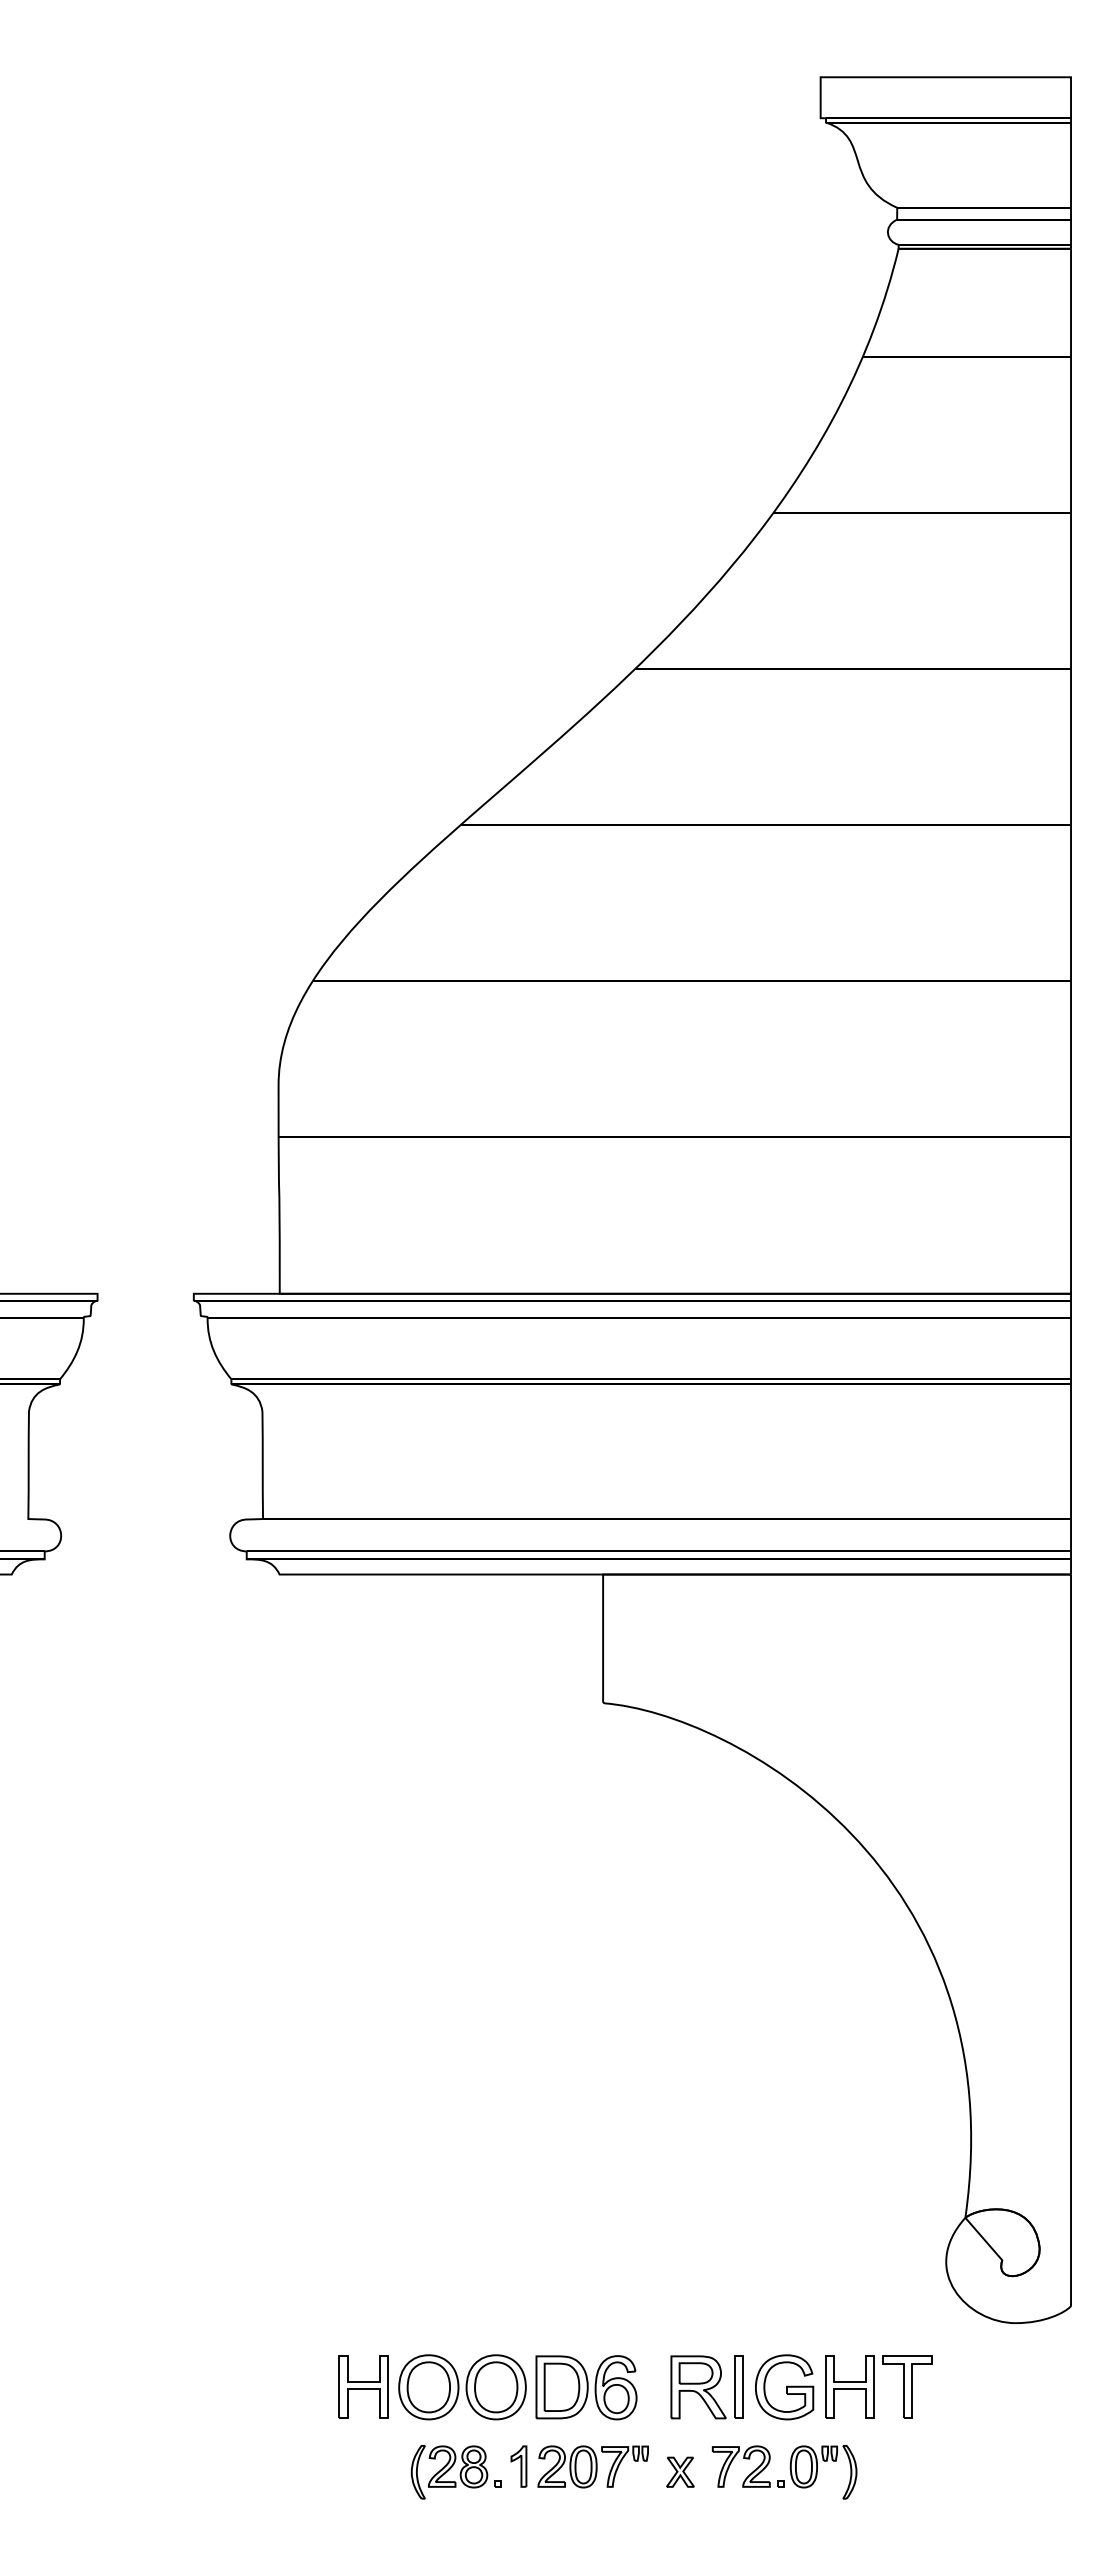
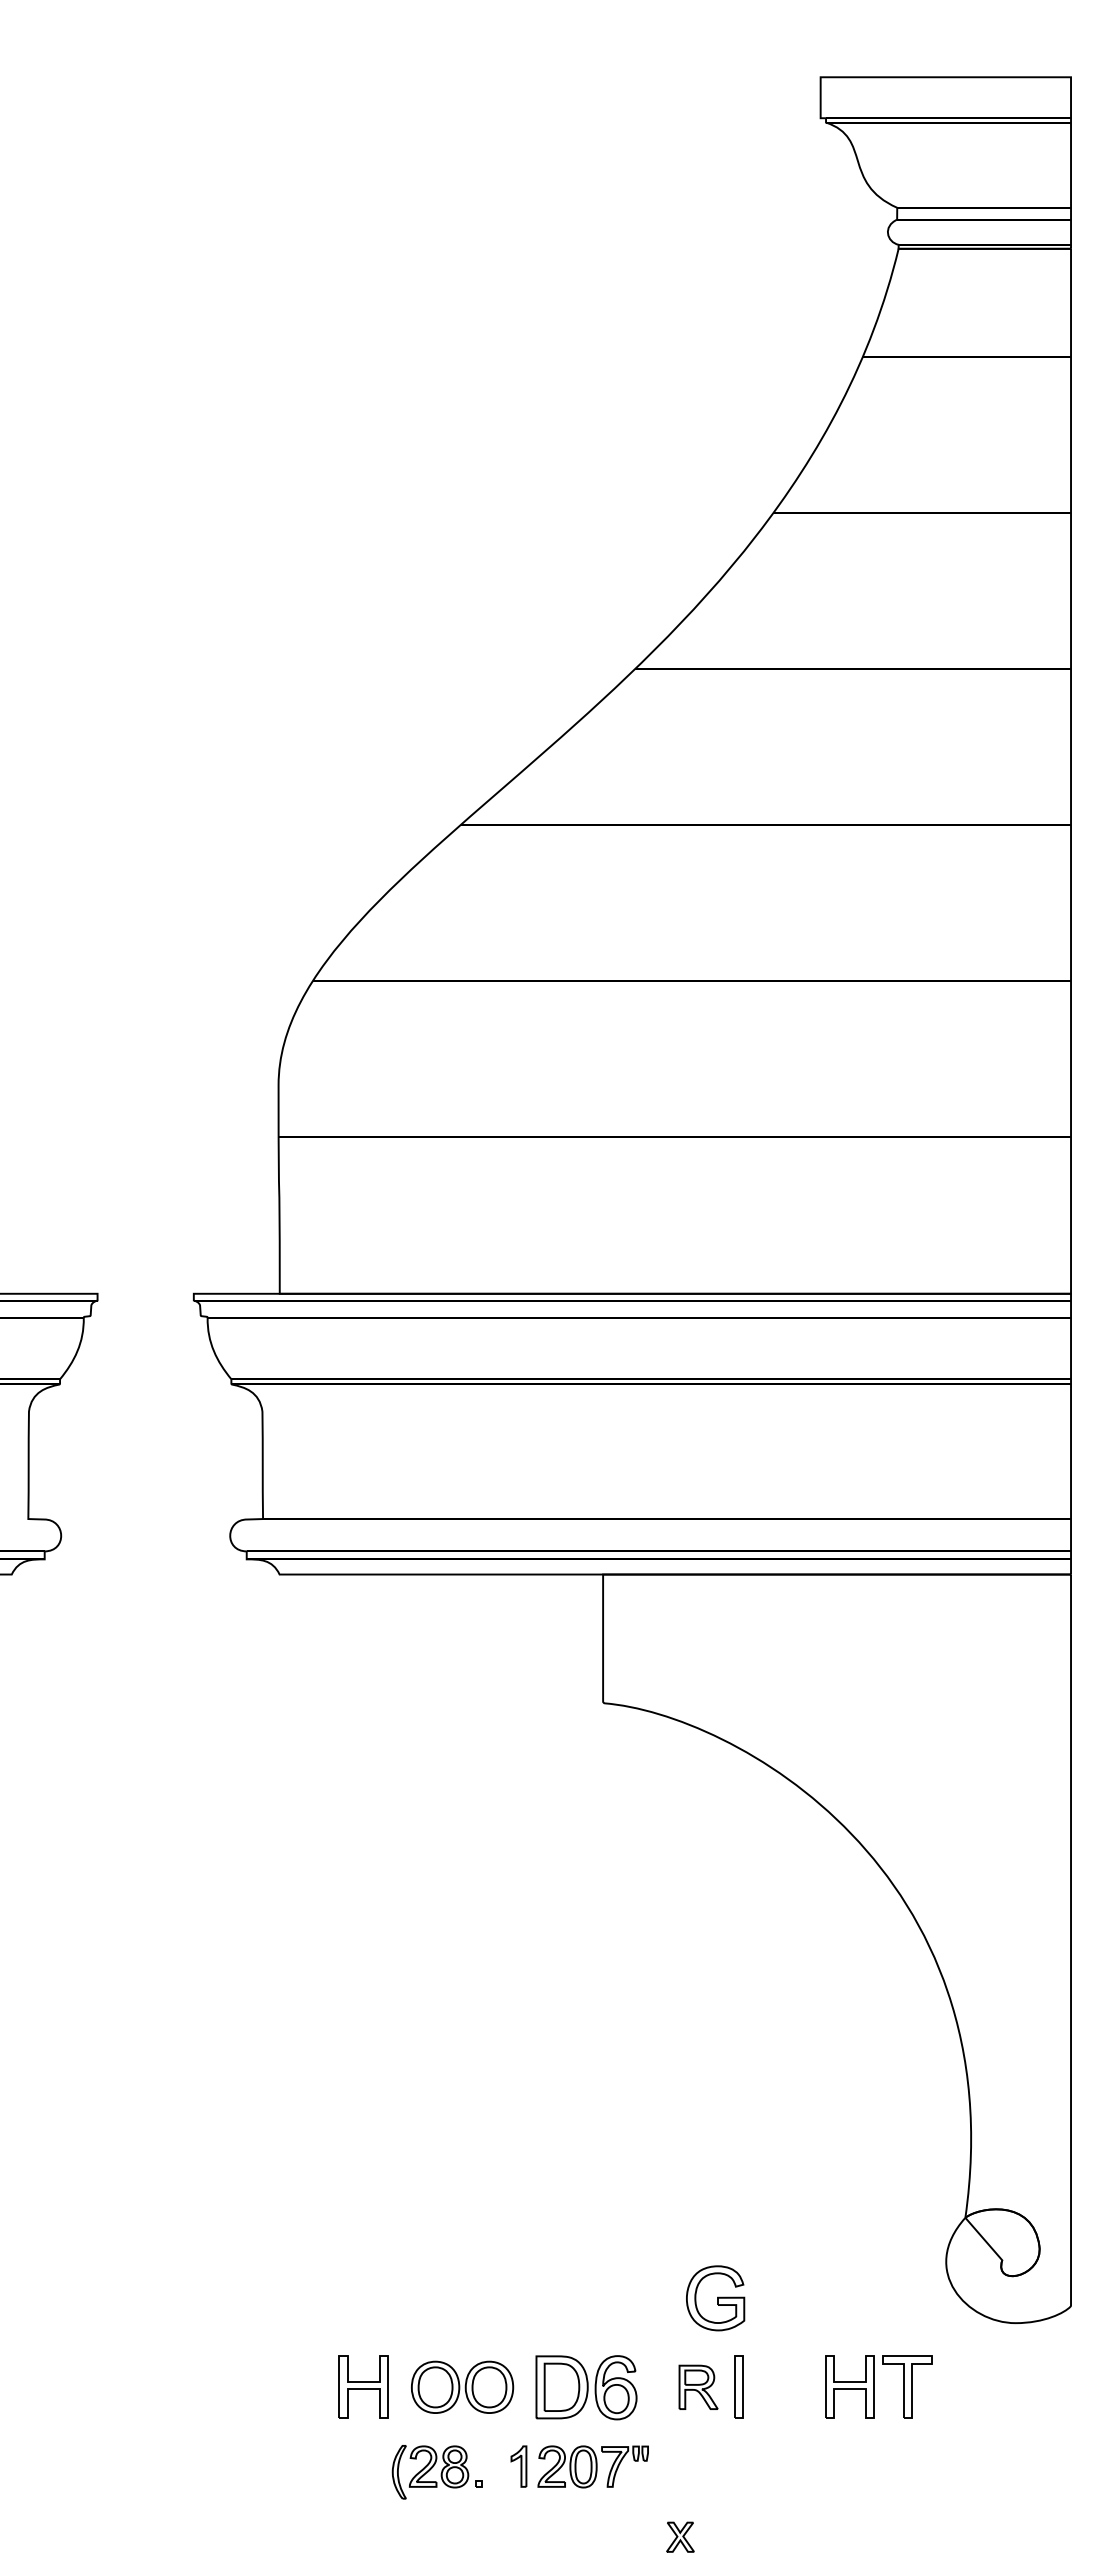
part at (462, 2387) size: 129x67 px -> 104x54 px
part at (698, 2387) size: 57x65 px -> 41x46 px
part at (784, 2387) position: (784, 2387) -> (715, 2298)
part at (680, 2471) position: (680, 2471) -> (680, 2536)
part at (455, 2472) position: (455, 2472) -> (436, 2472)
part at (784, 2472): present -> none
